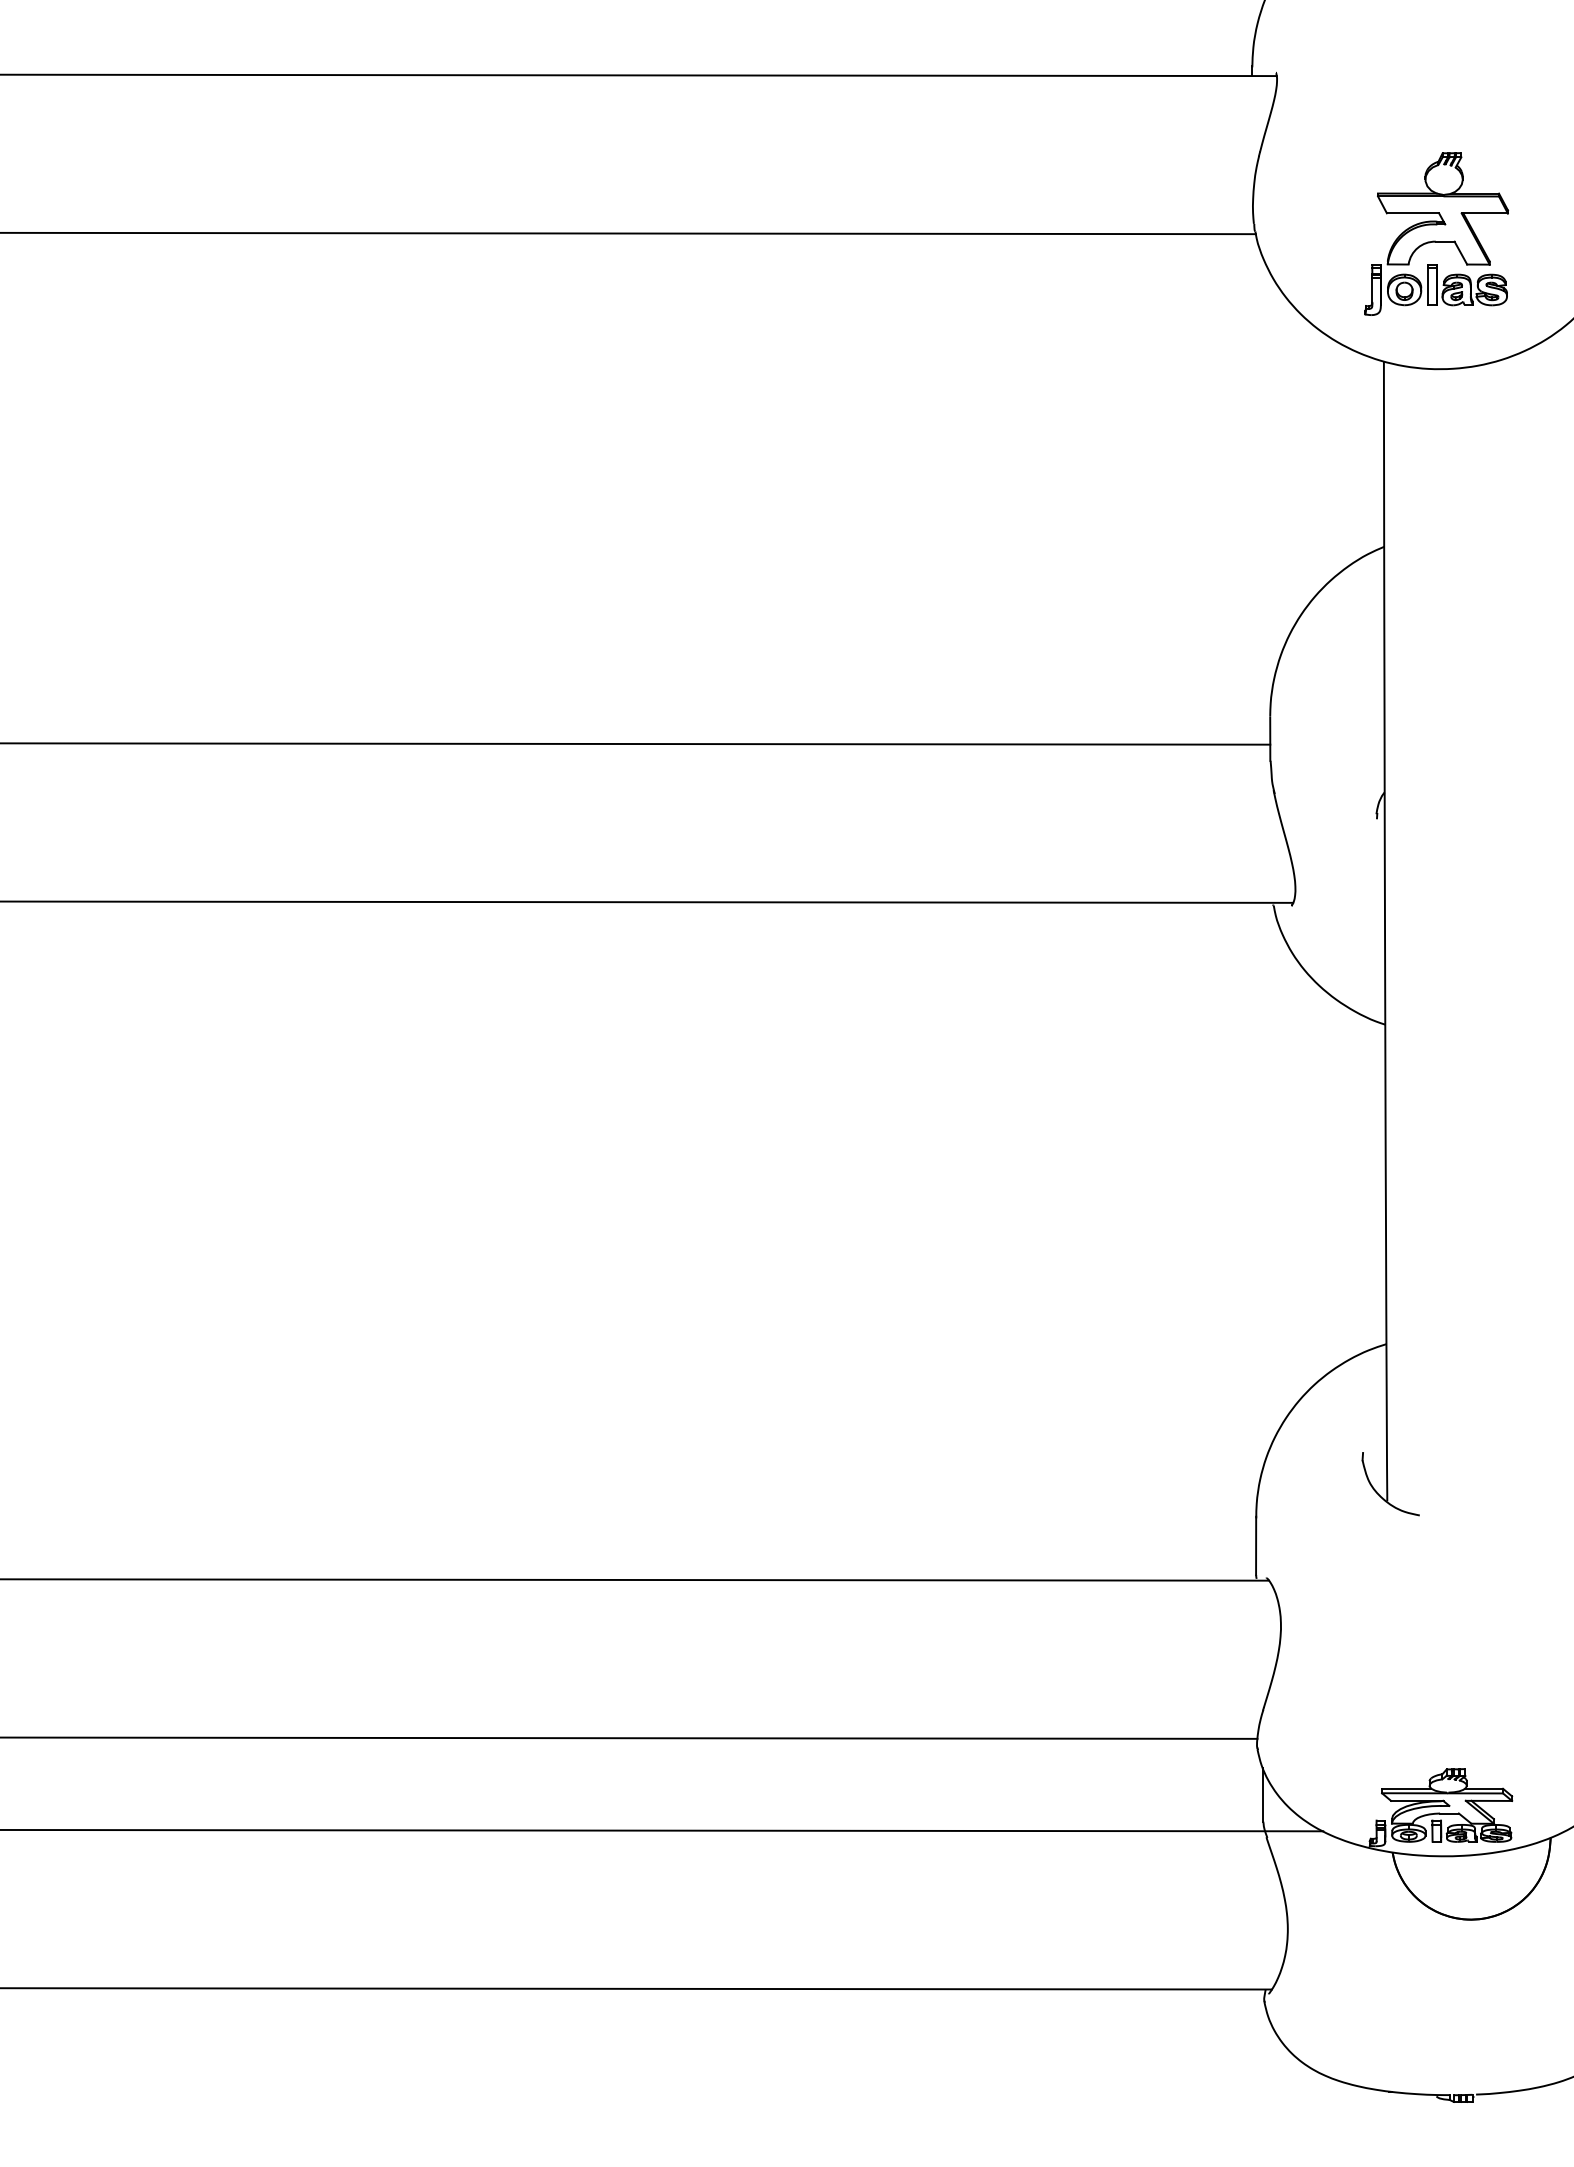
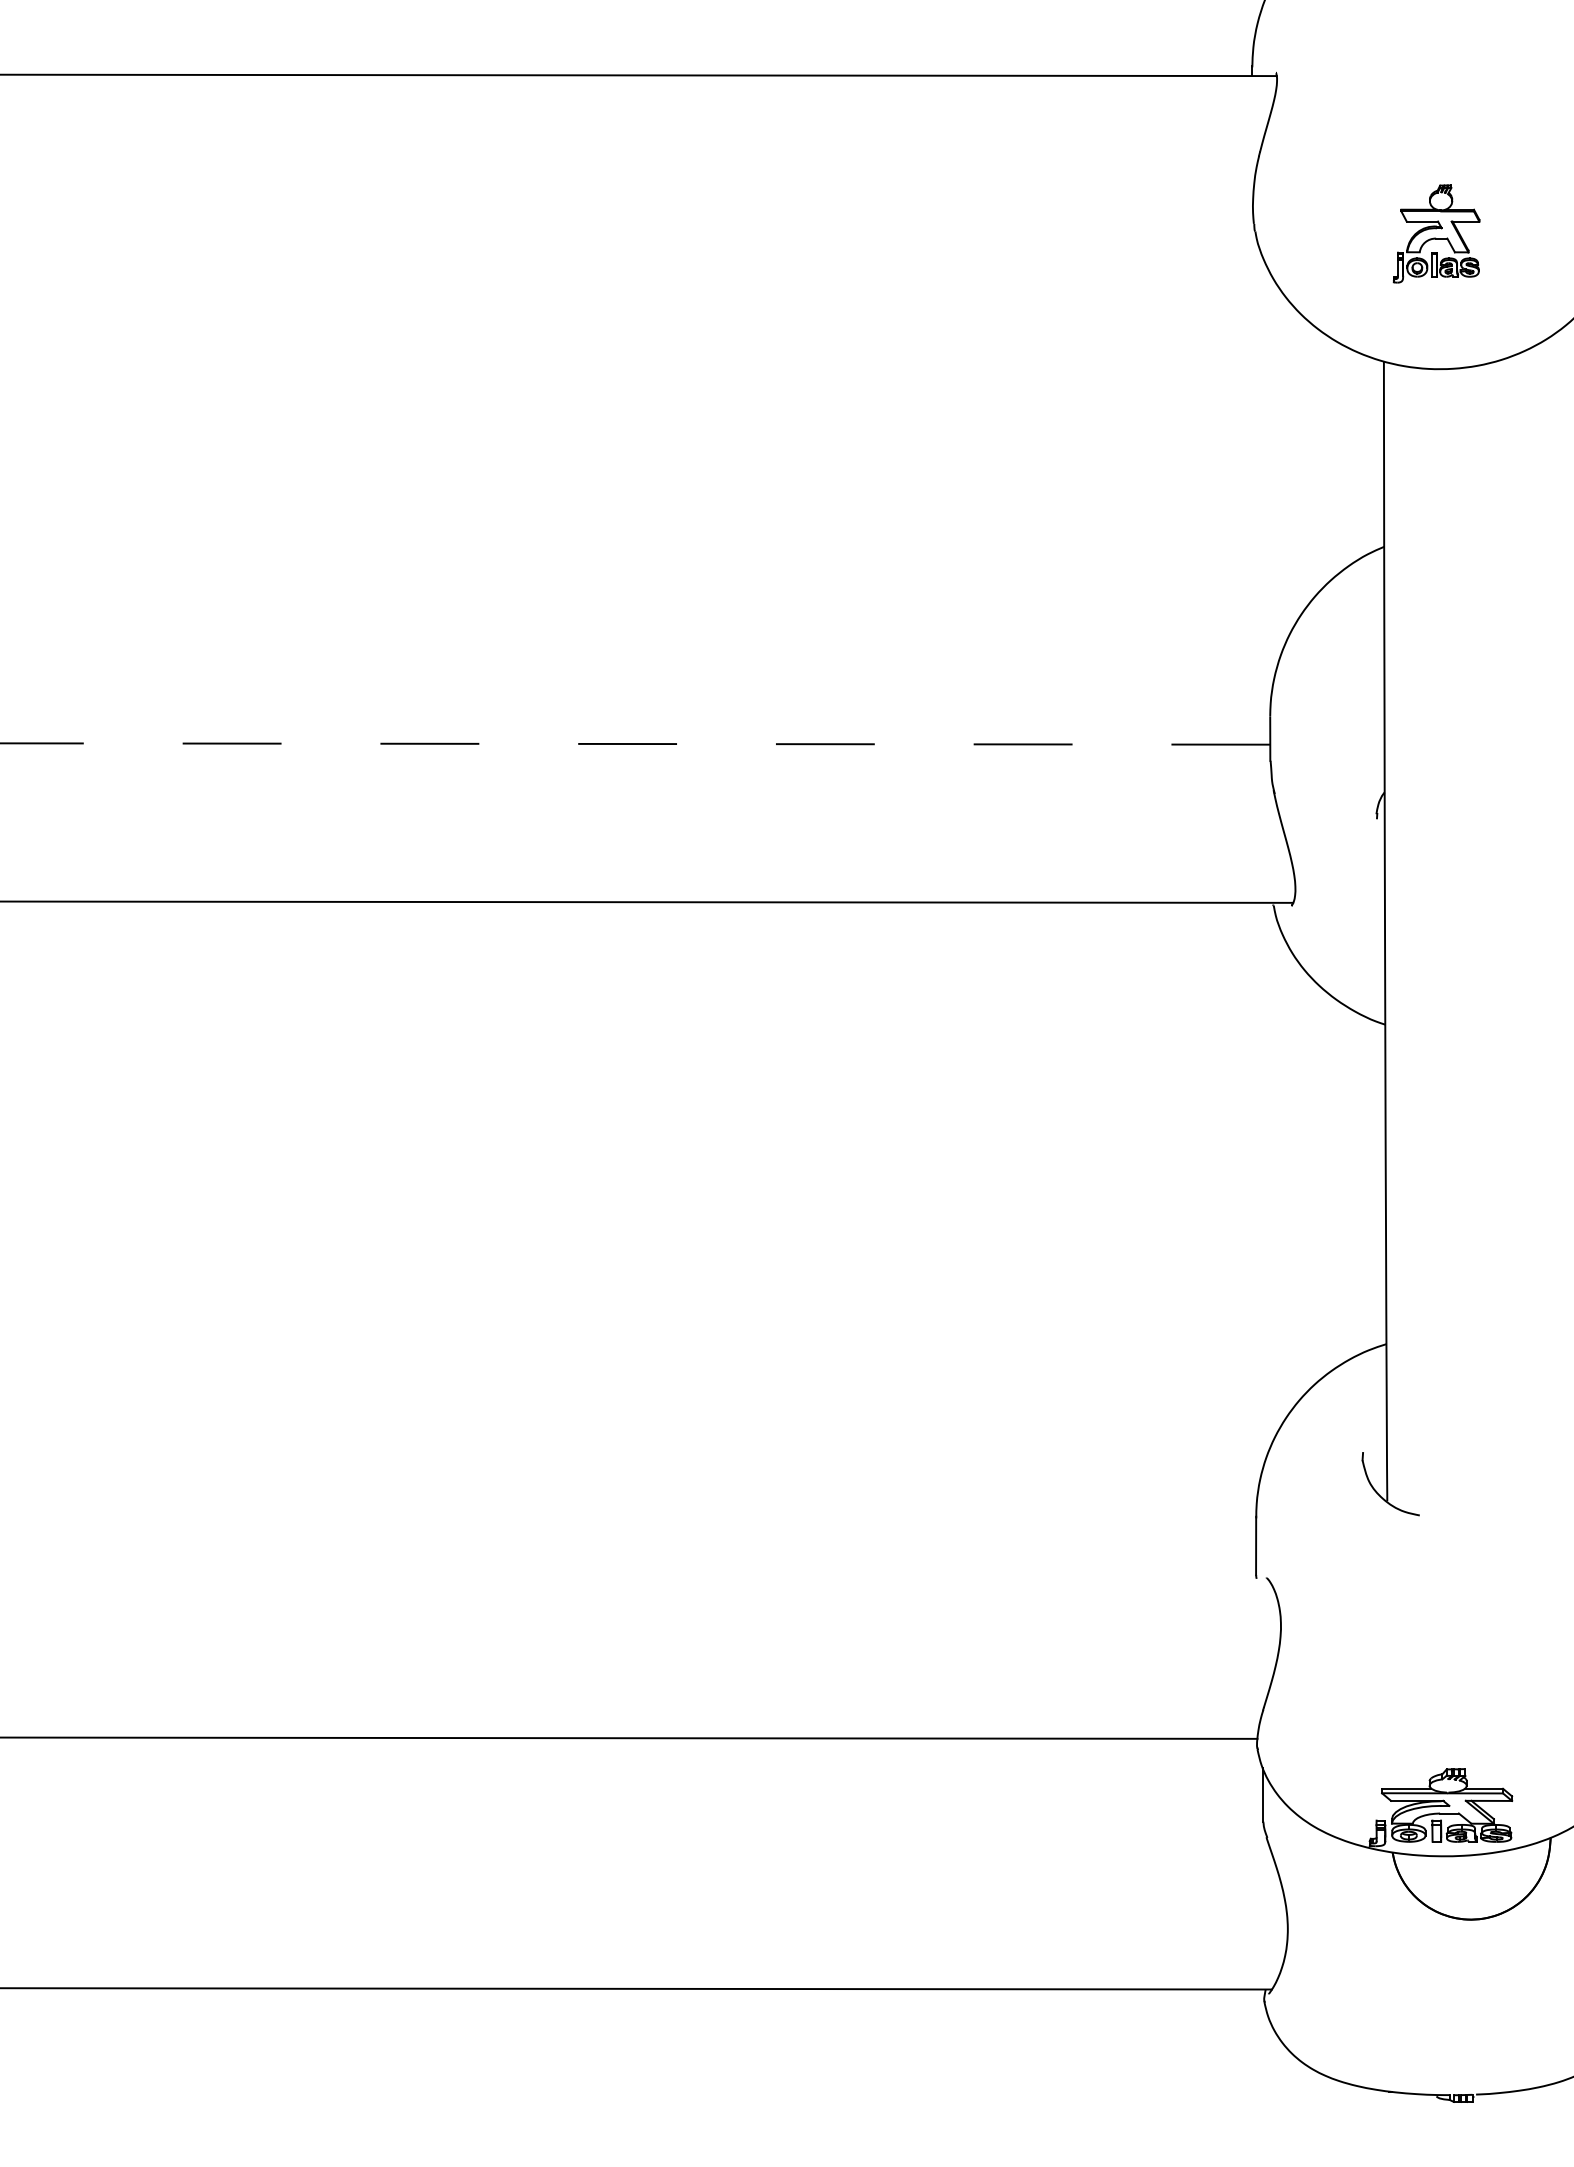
line at (628, 233): present -> none
part at (1436, 233) size: 145x164 px -> 89x100 px
line at (635, 744): solid -> dashed
line at (635, 1579): present -> none
line at (662, 1830): present -> none
